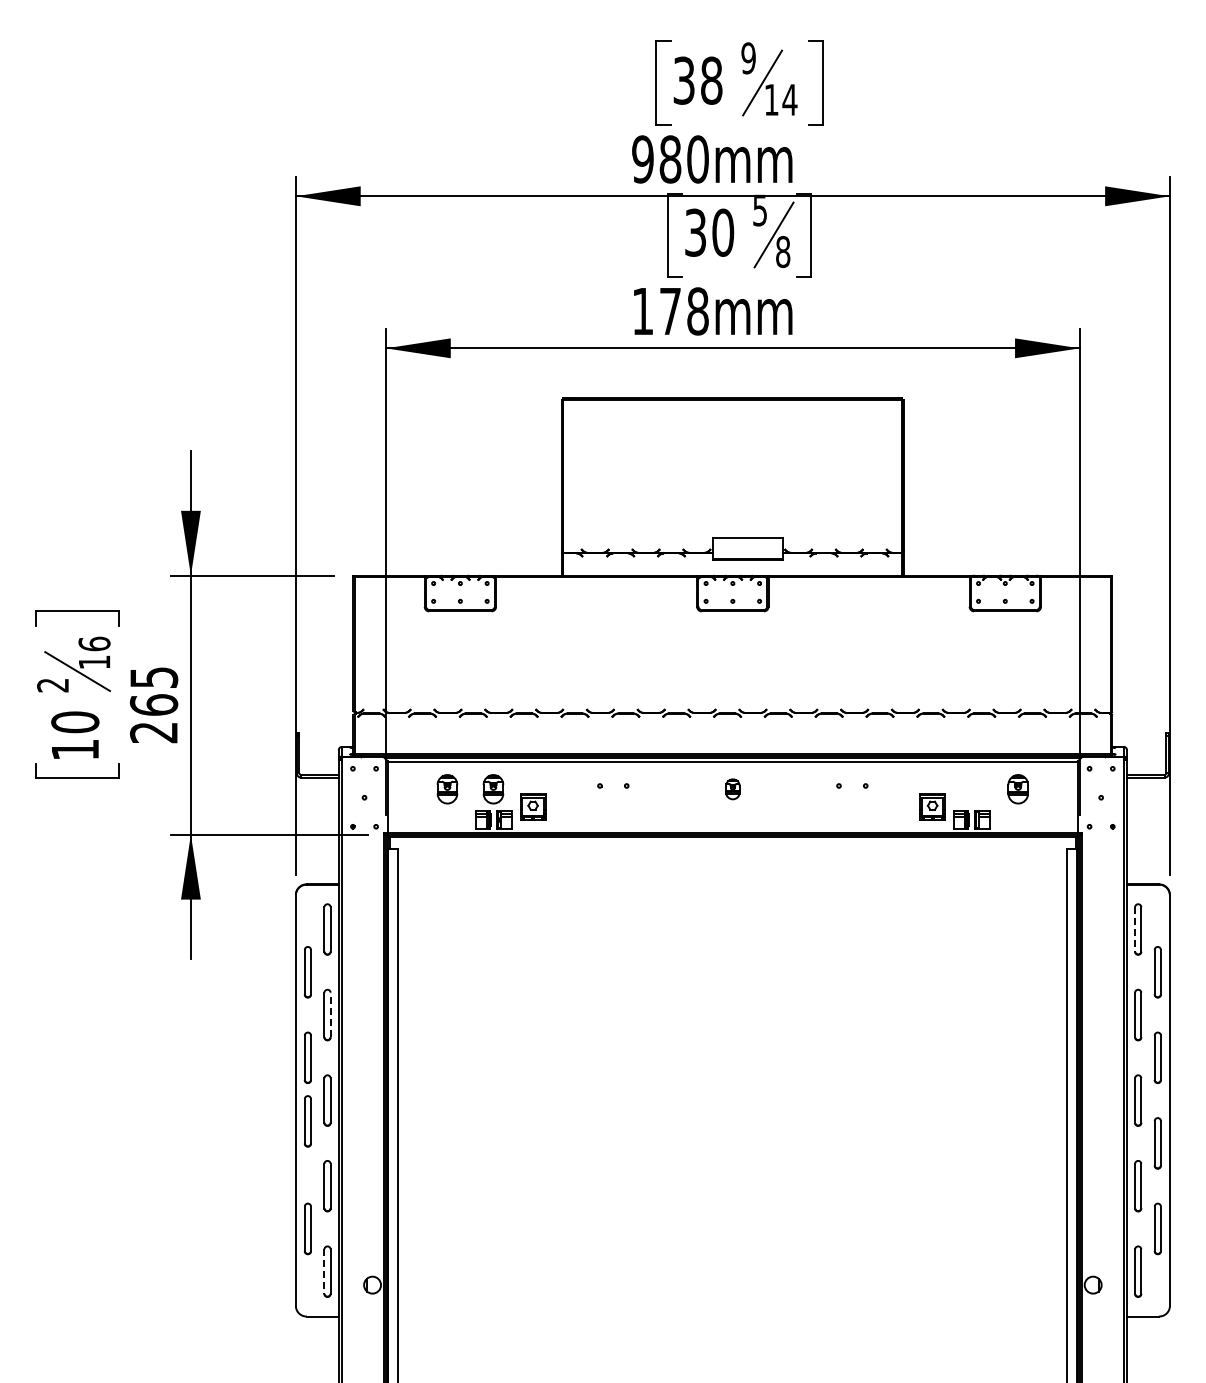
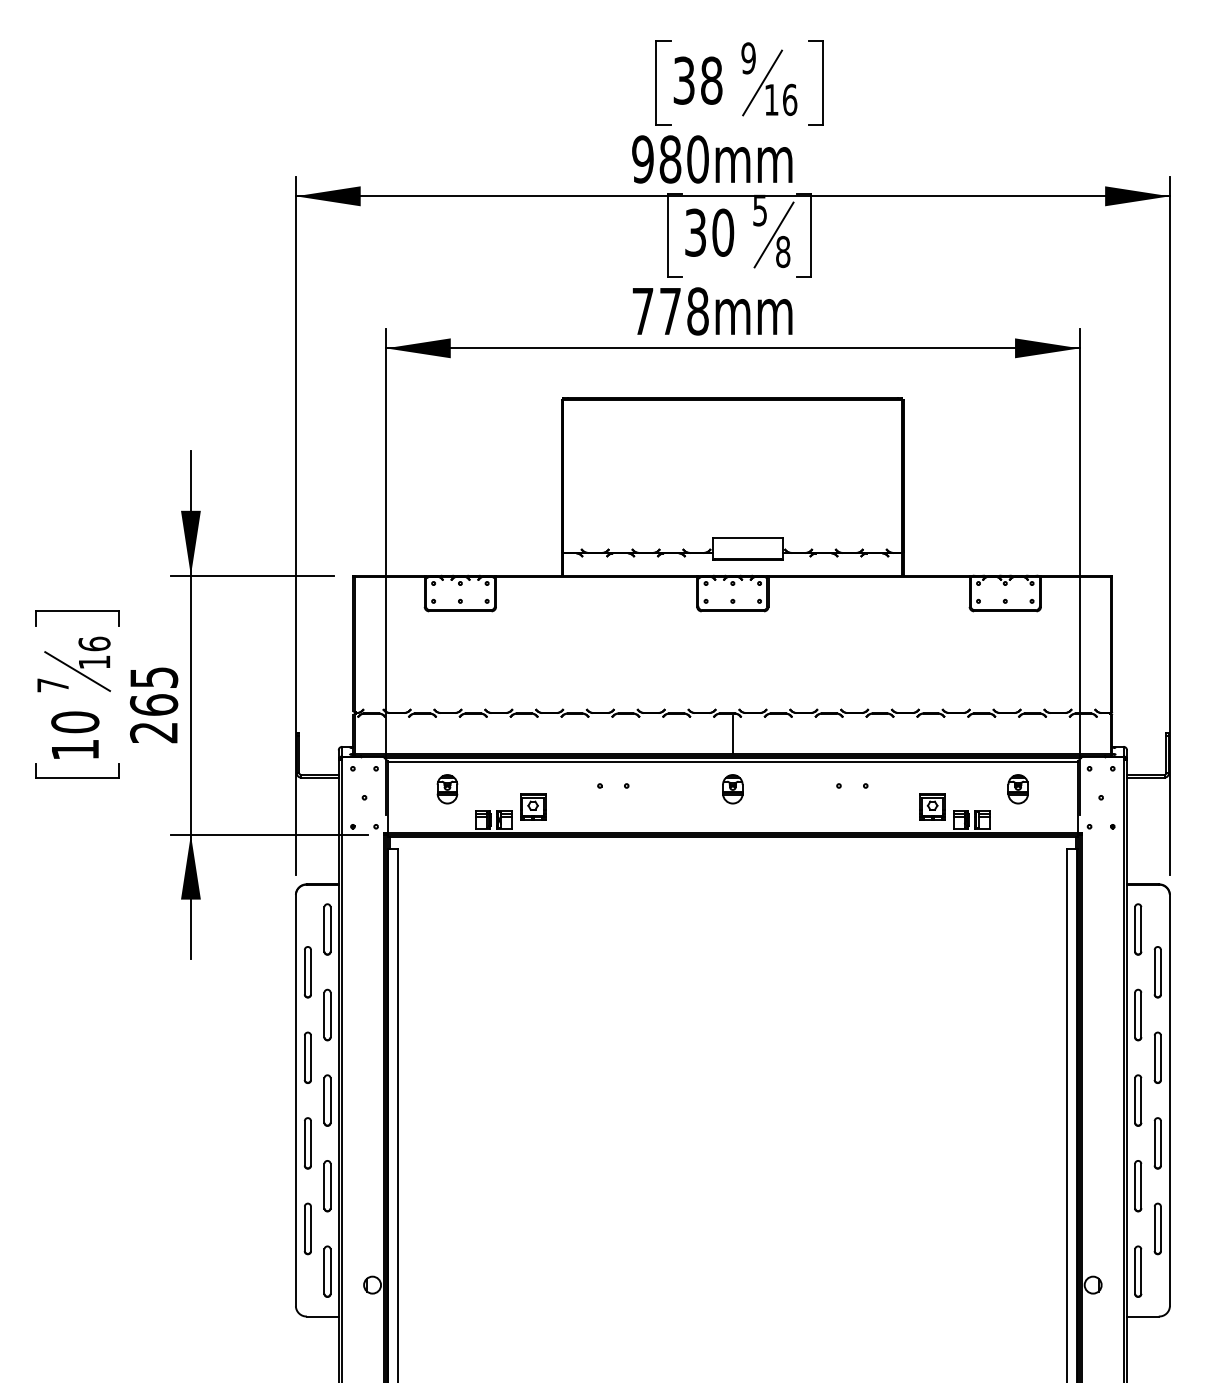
text at (789, 99): 14 -> 16
text at (642, 311): 178mm -> 778mm
text at (52, 685): 2 -> 7
line at (732, 734): none -> present
part at (493, 789): present -> none
part at (732, 789) size: 16x23 px -> 22x31 px
line at (1135, 930): dashed -> solid
line at (330, 1014): dashed -> solid
part at (307, 1121) position: (307, 1121) -> (307, 1143)
line at (324, 1272): dashed -> solid
